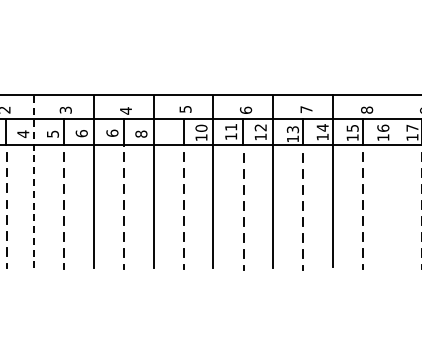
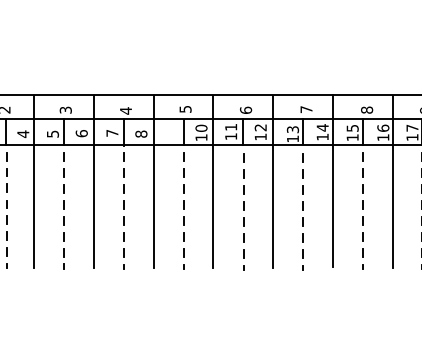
text at (112, 132): 6 -> 7
line at (393, 181): none -> present
line at (33, 182): dashed -> solid
